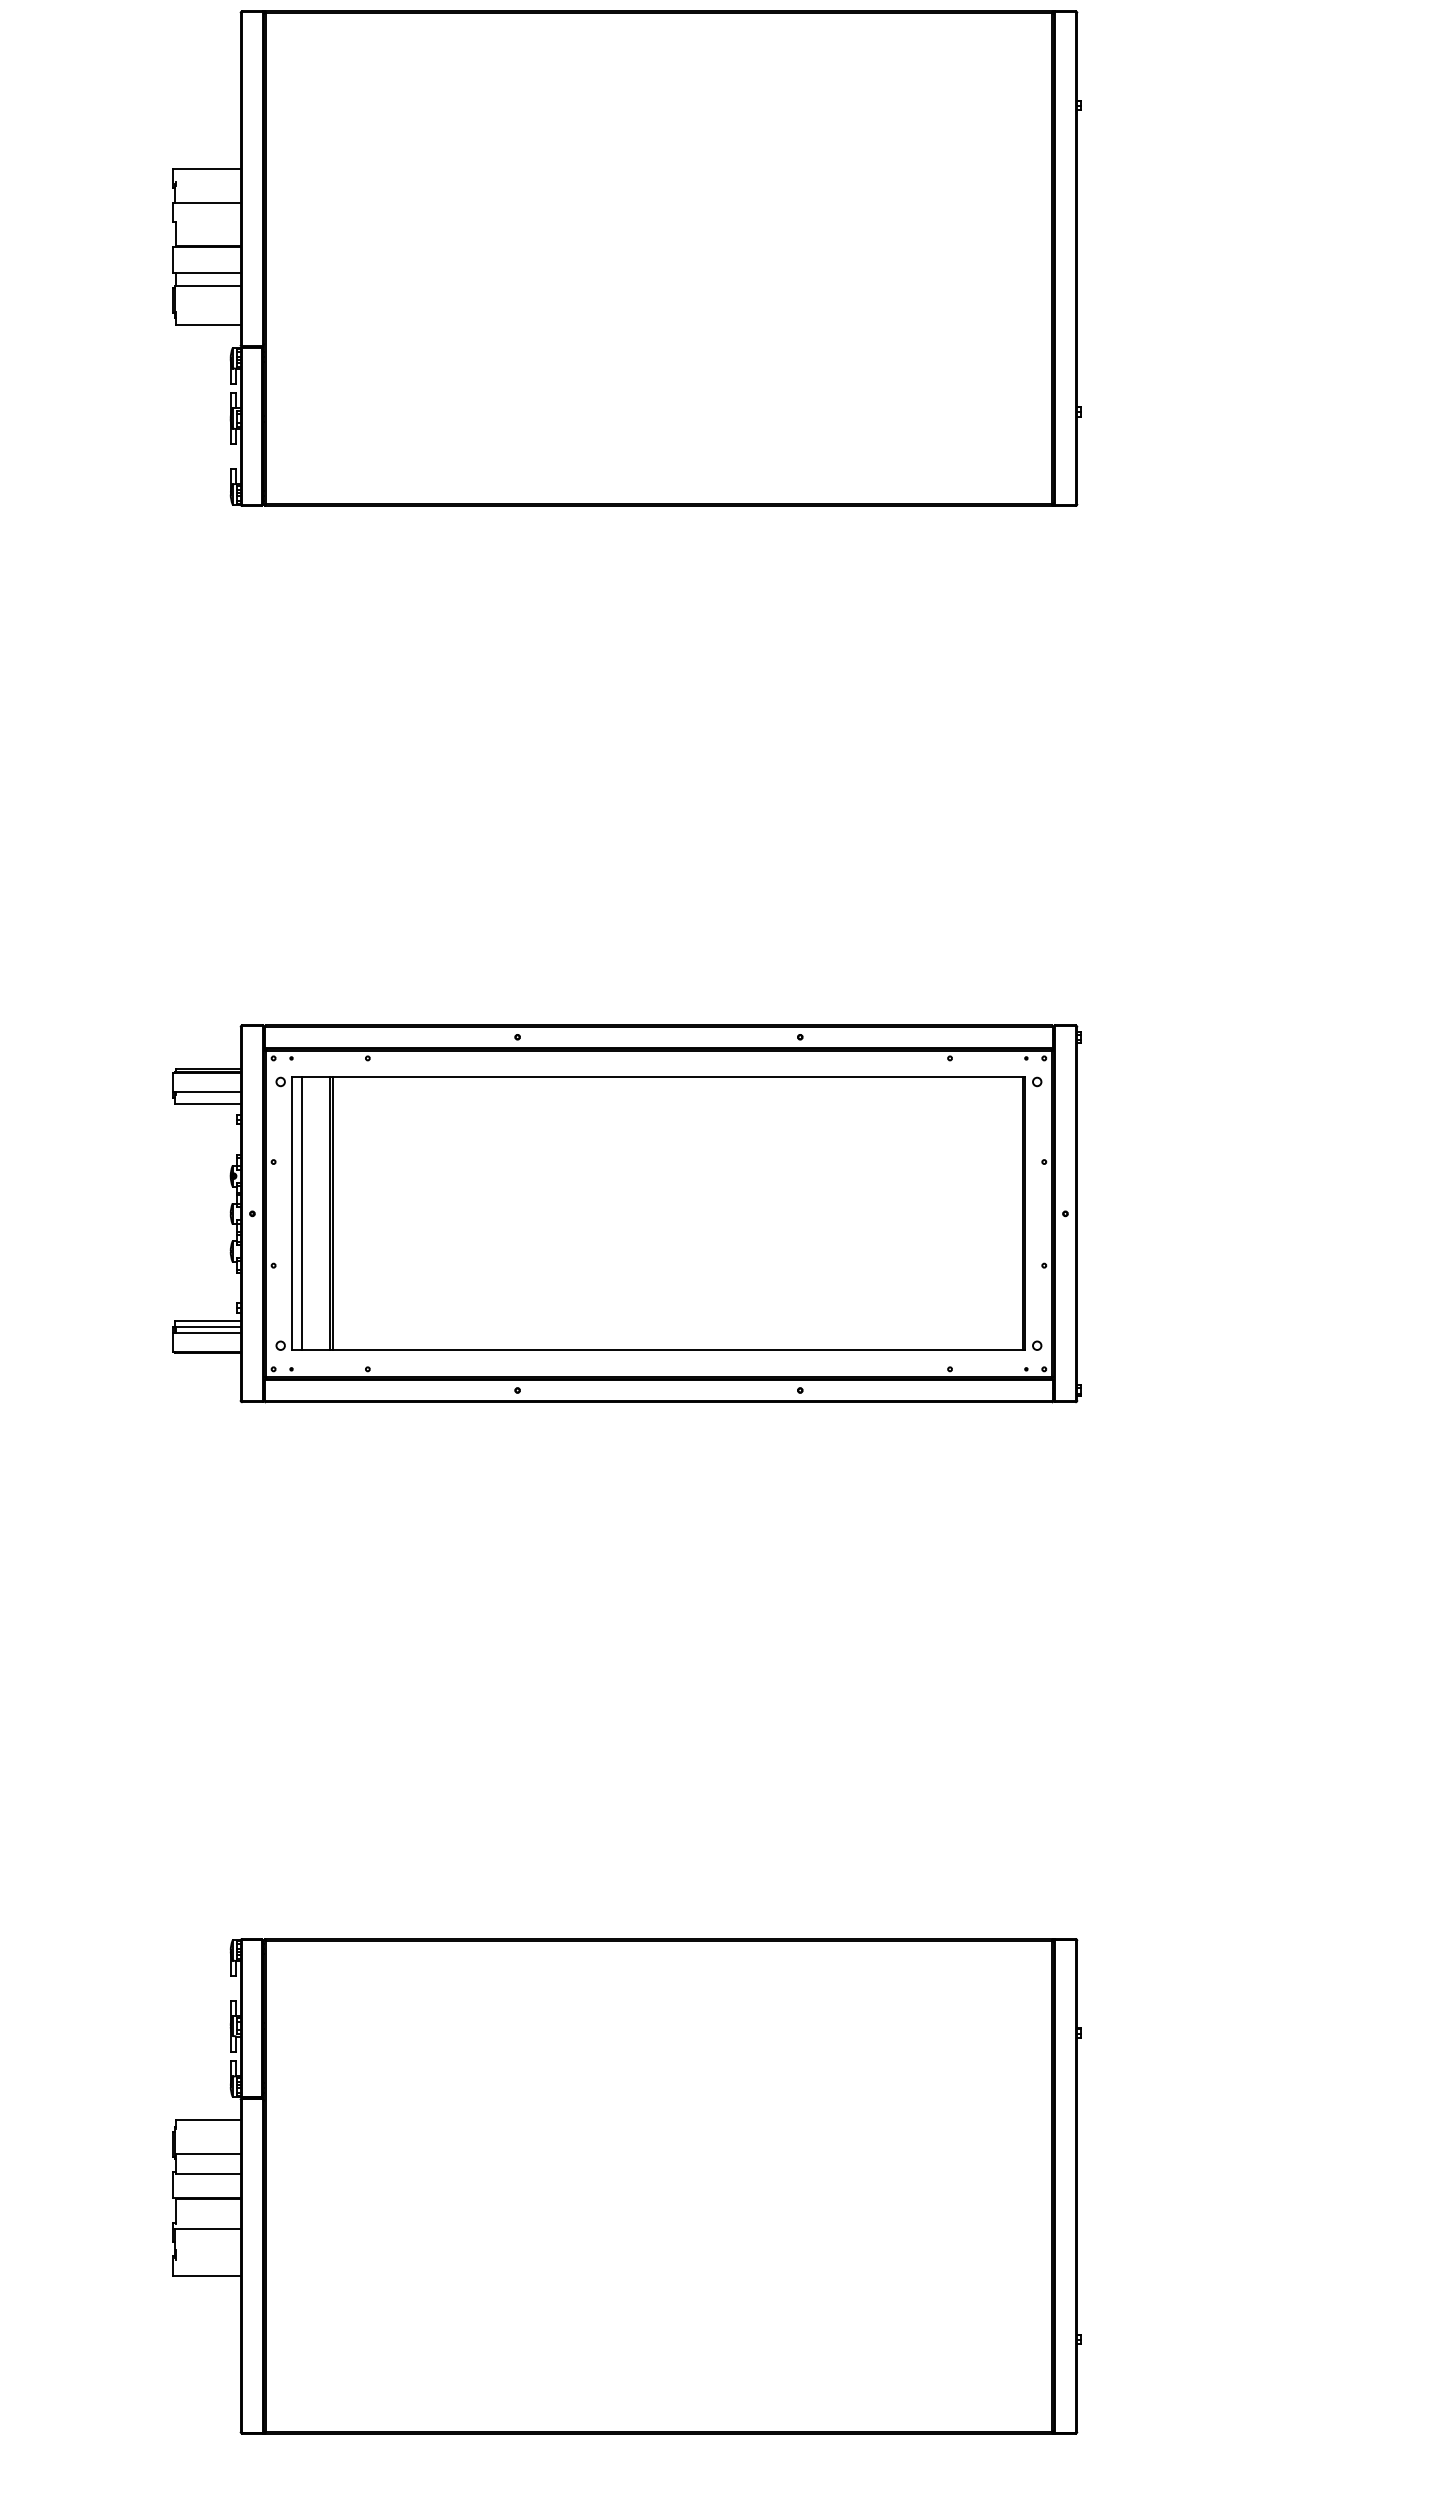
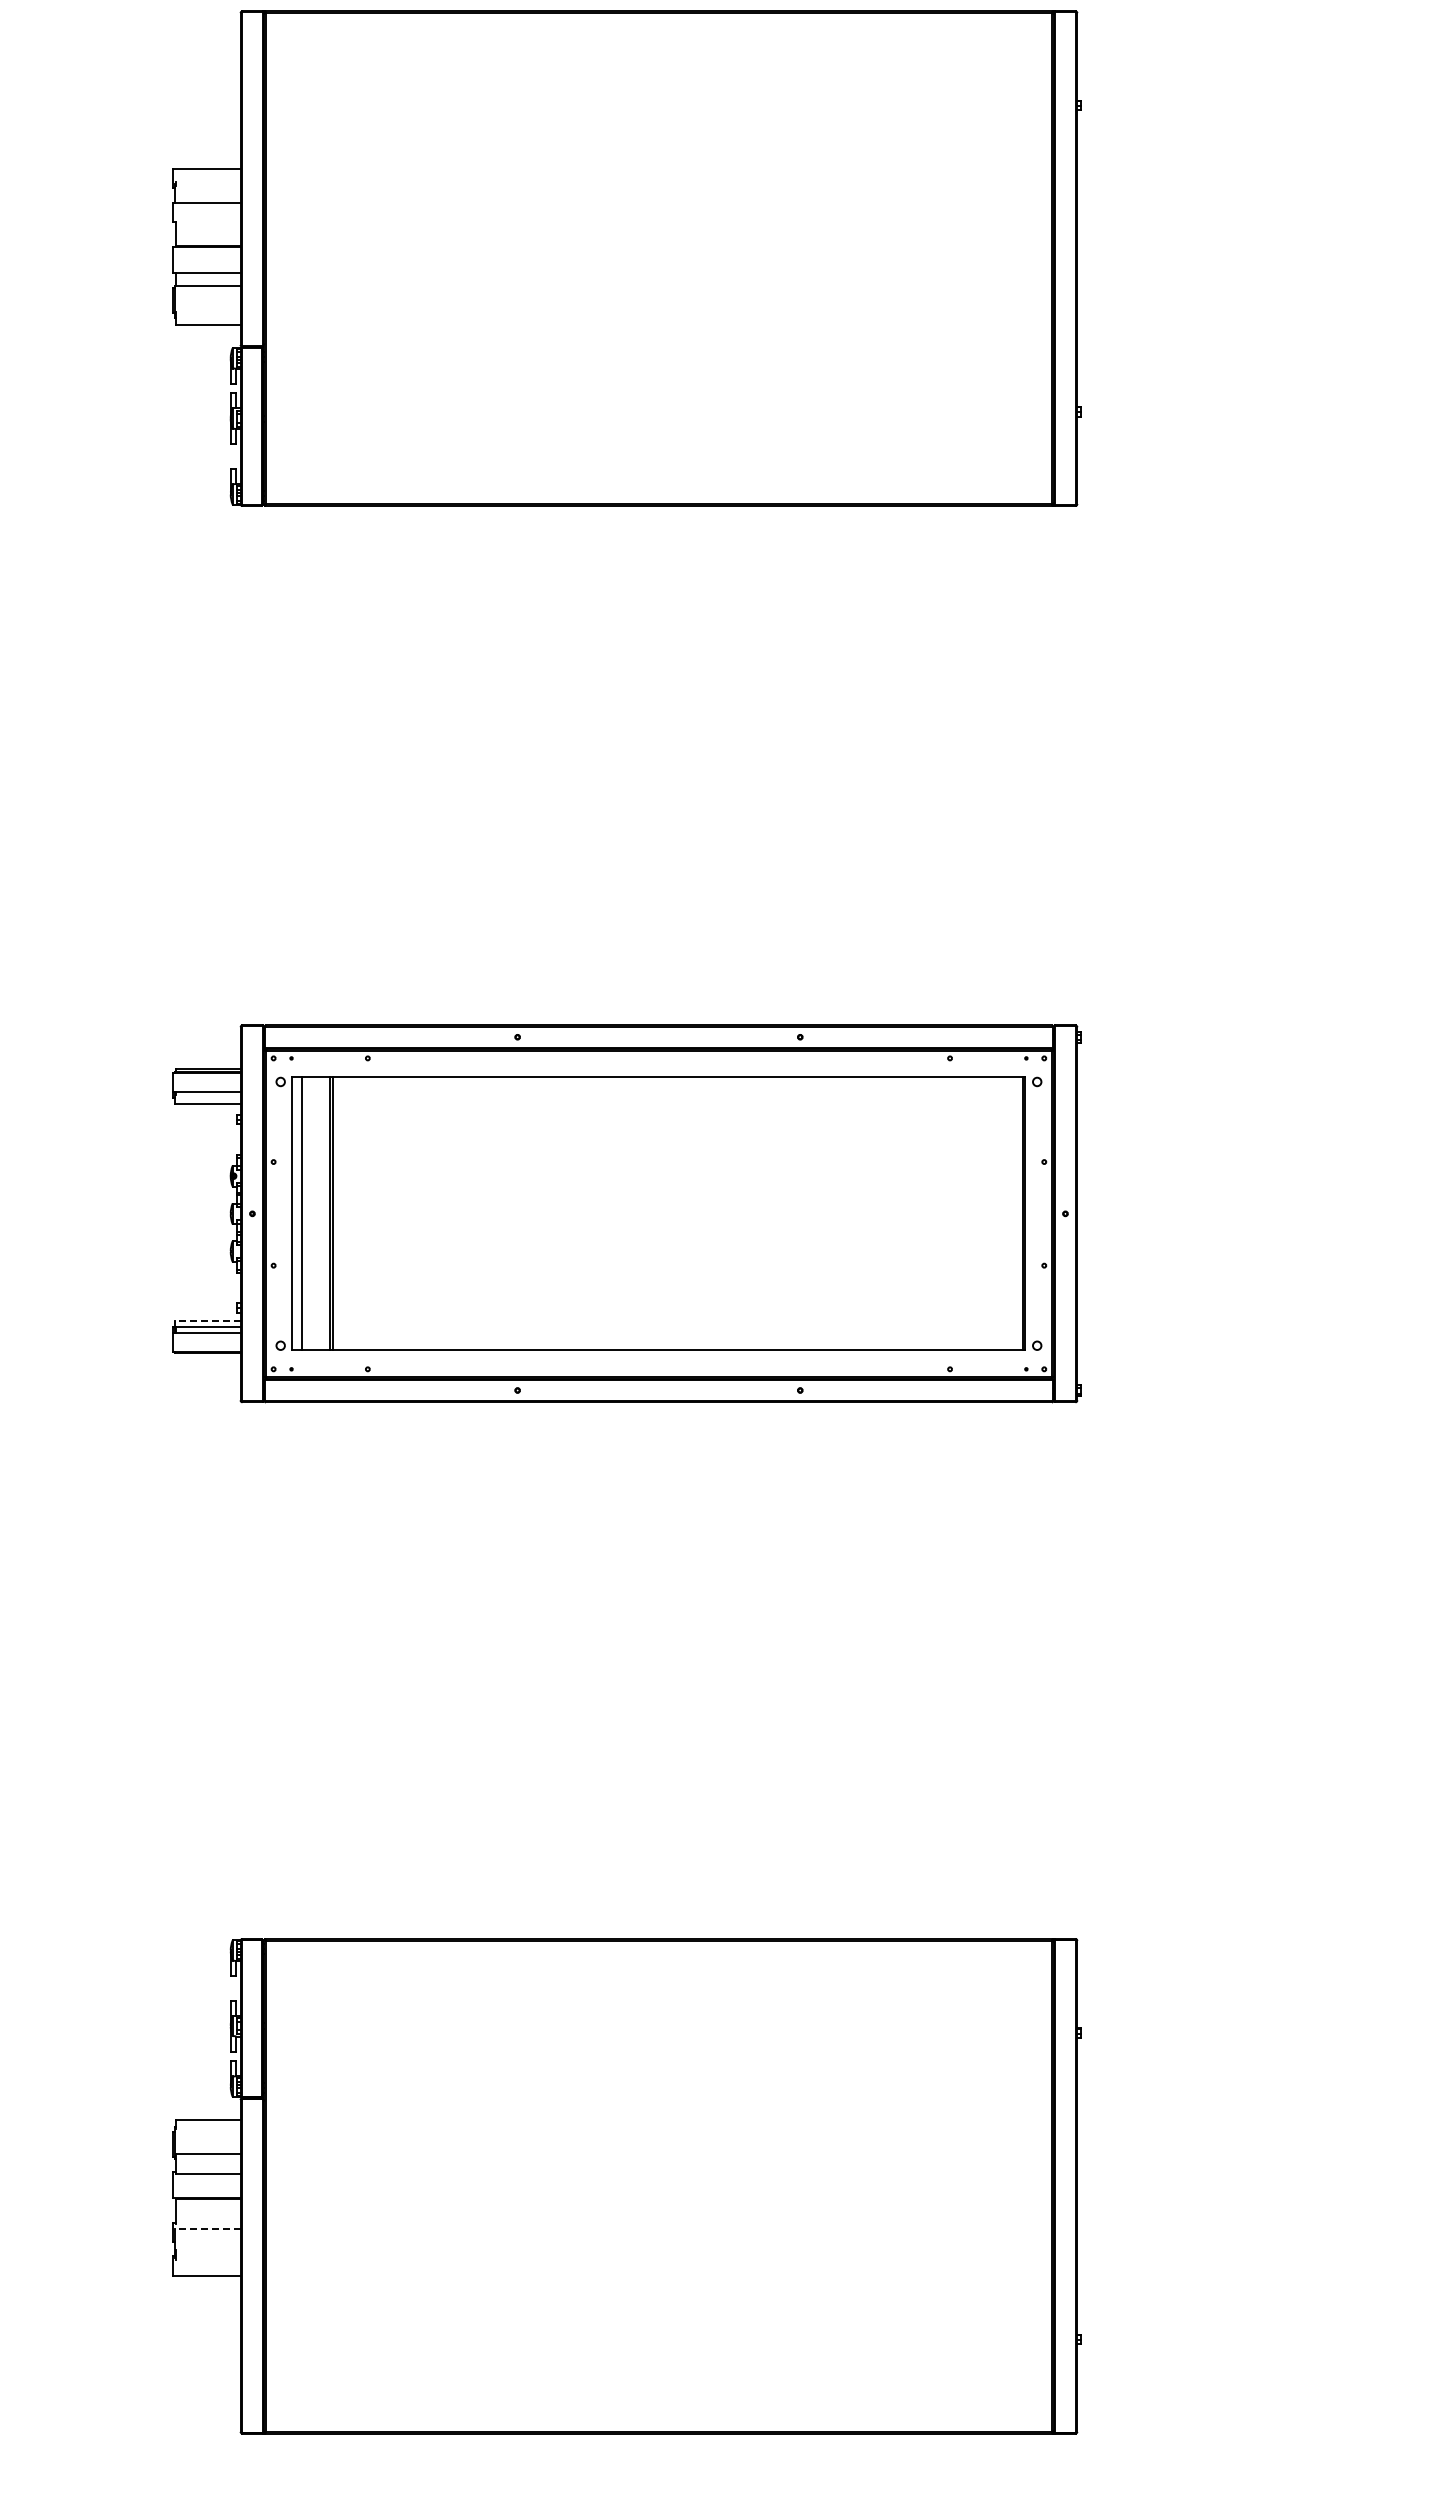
line at (207, 1320): solid -> dashed
line at (207, 2229): solid -> dashed
